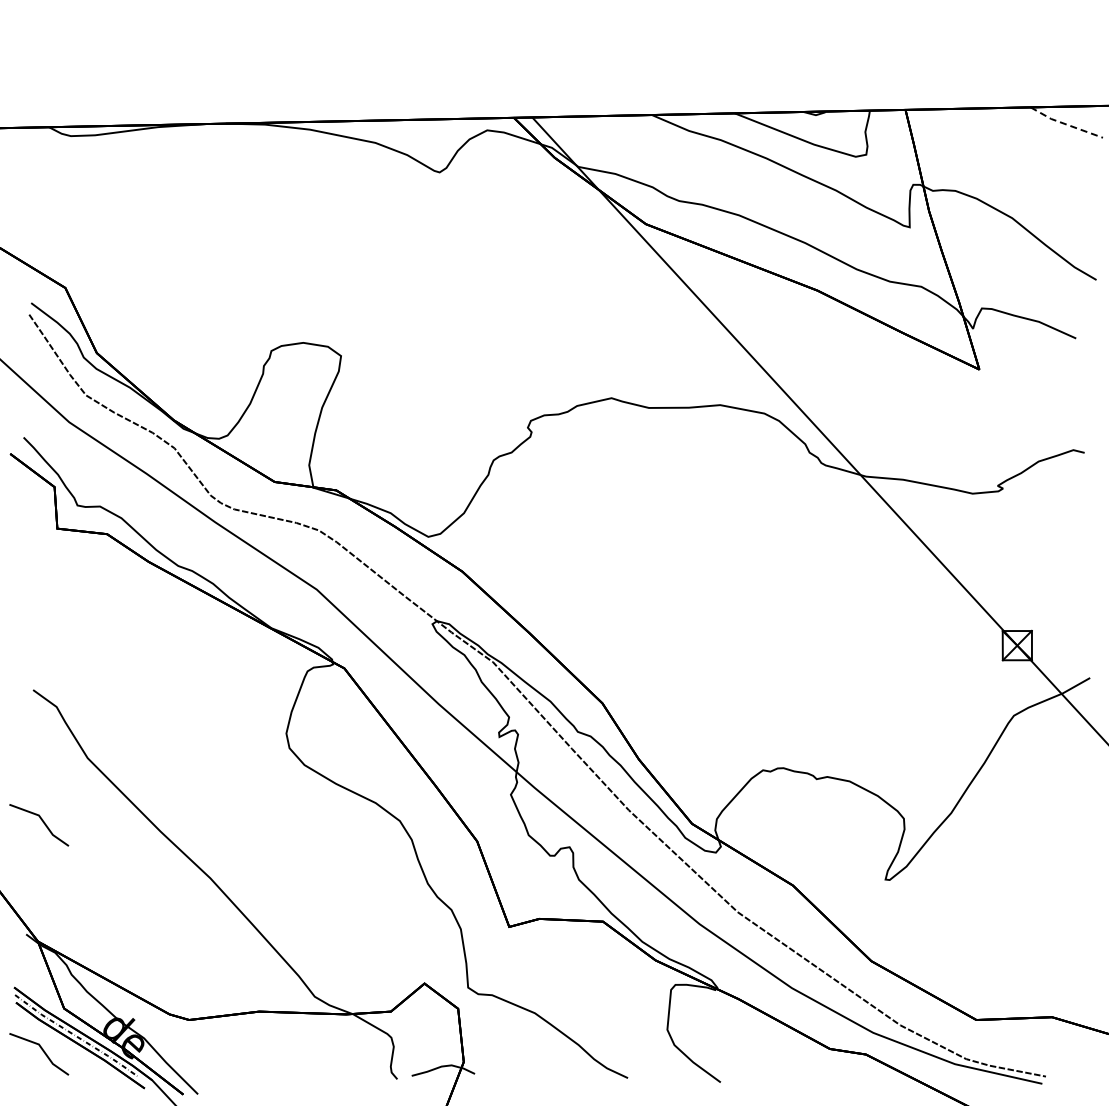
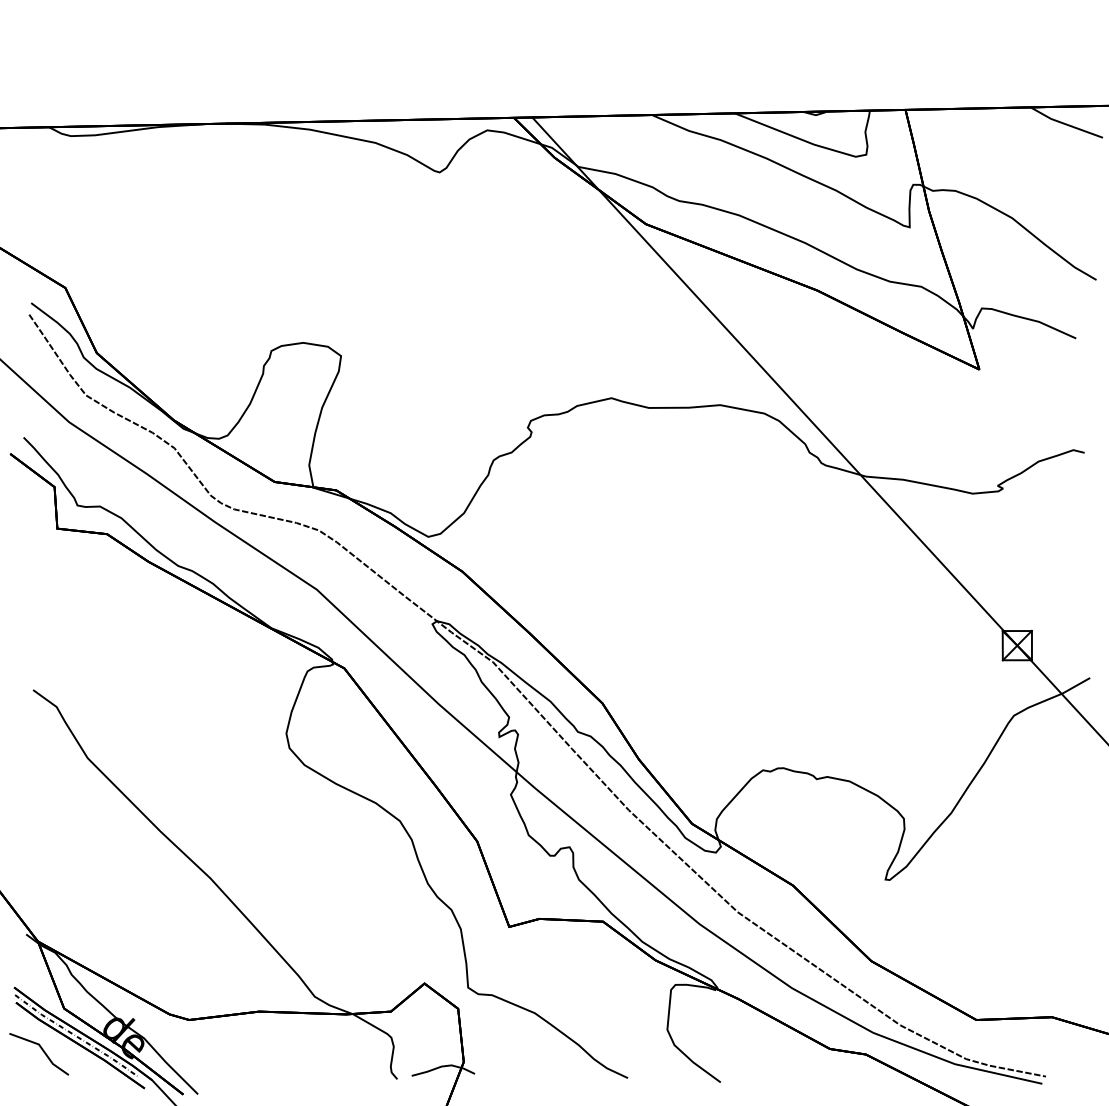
line at (1065, 124): dashed -> solid
line at (42, 822): present -> none
